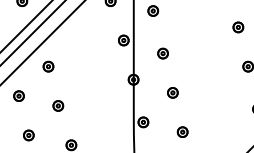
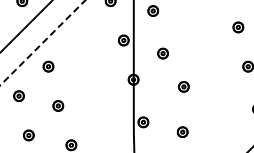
line at (32, 32): present -> none
line at (42, 43): solid -> dashed
part at (172, 92) position: (172, 92) -> (183, 86)
